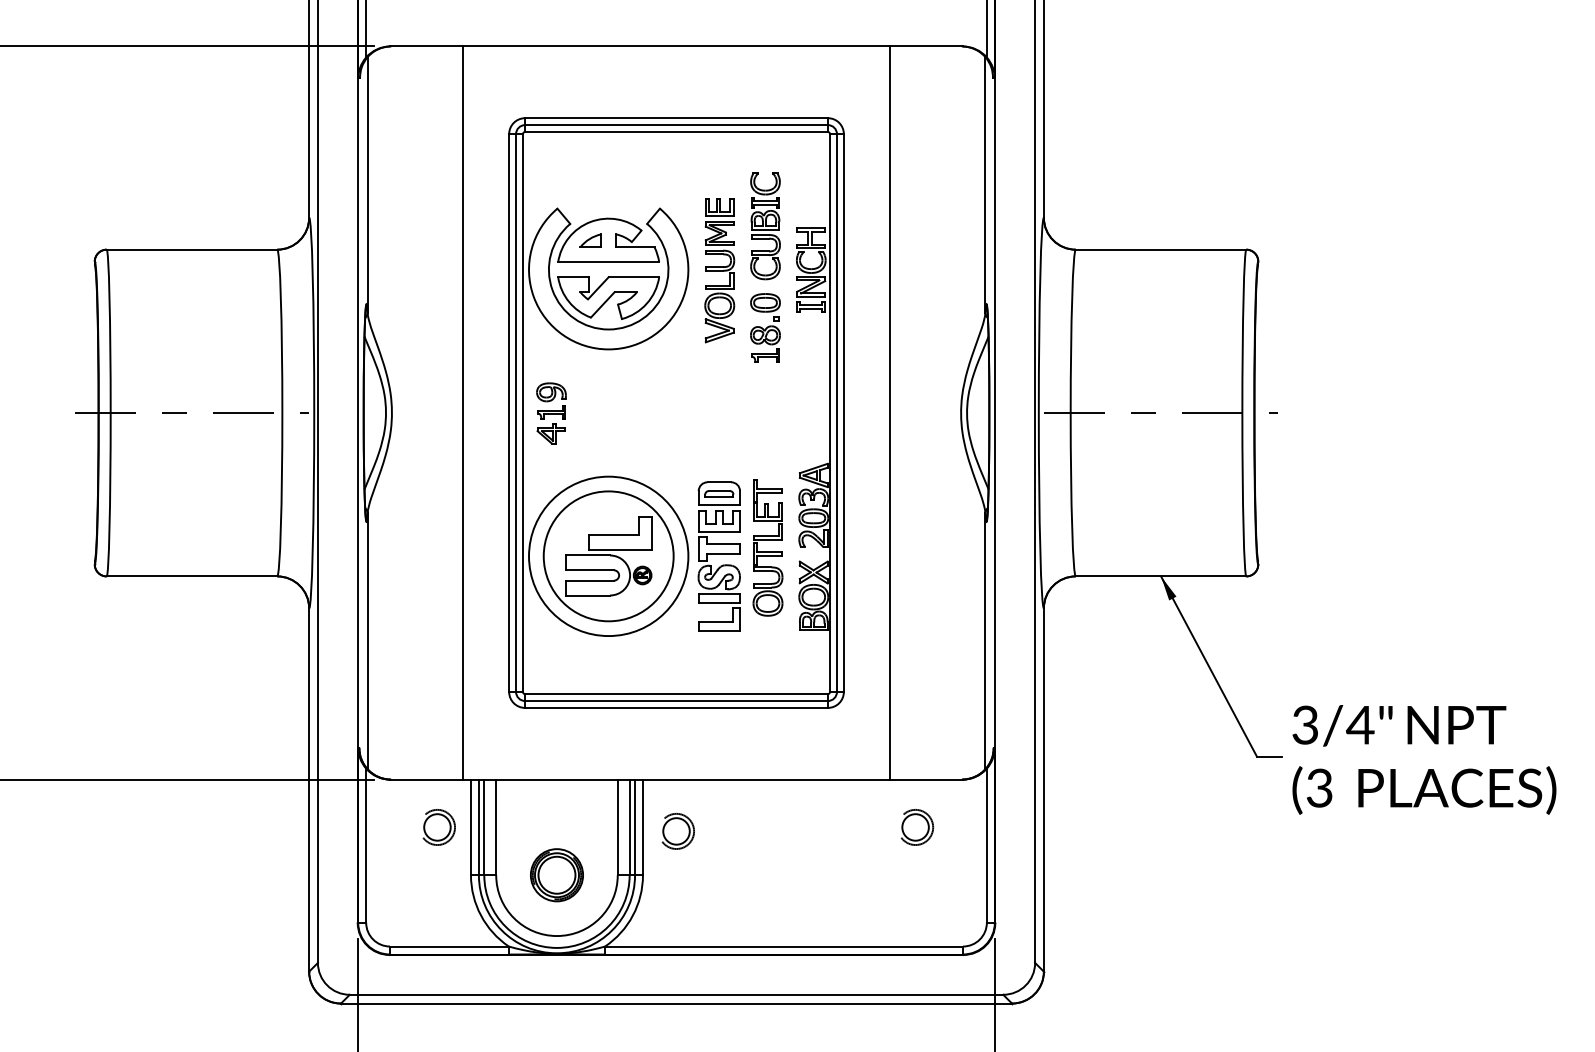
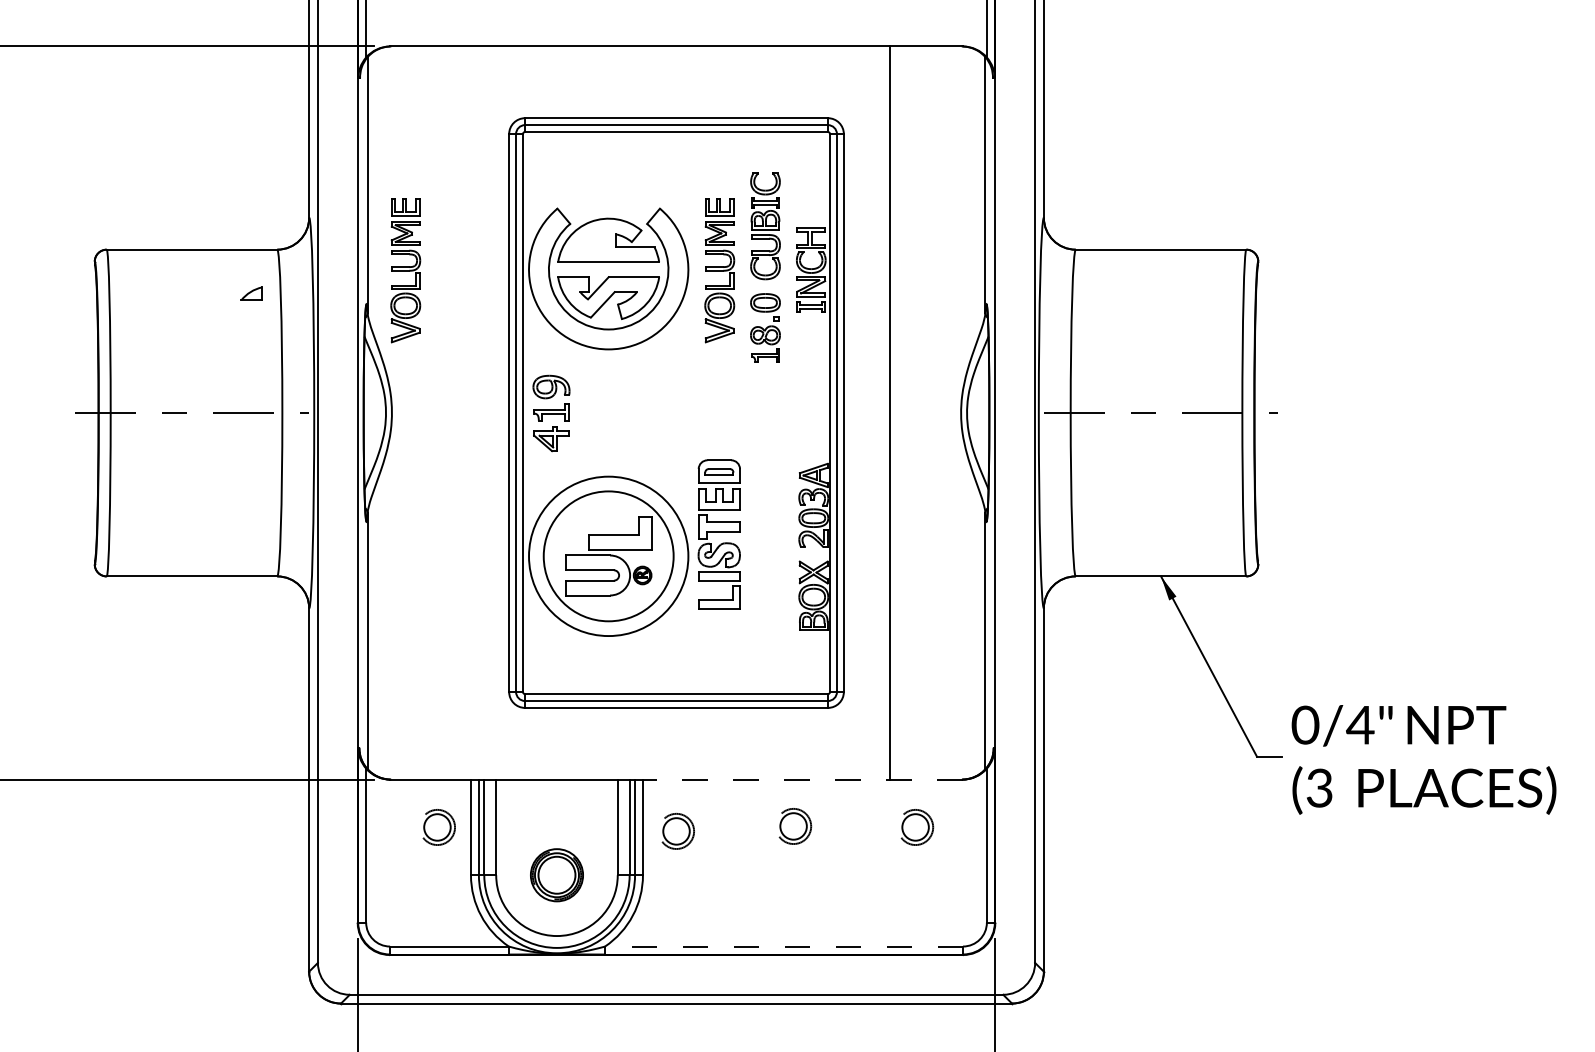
part at (590, 240) position: (590, 240) -> (251, 293)
part at (405, 270): none -> present
line at (463, 412): present -> none
part at (551, 413) size: 31x63 px -> 39x79 px
part at (767, 547): present -> none
part at (718, 556) position: (718, 556) -> (718, 534)
text at (1305, 724): 3/4" -> 0/4"
line at (802, 779): solid -> dashed
part at (795, 826): none -> present
line at (784, 946): solid -> dashed
